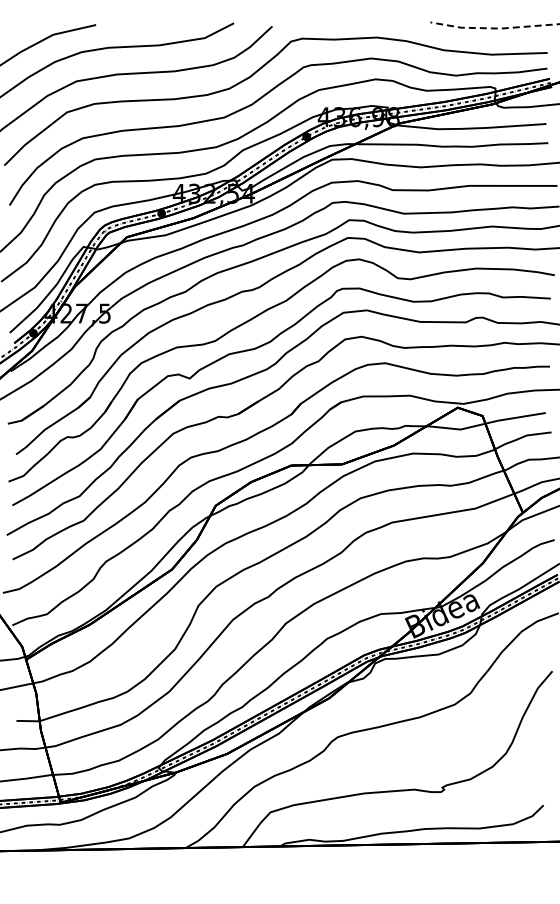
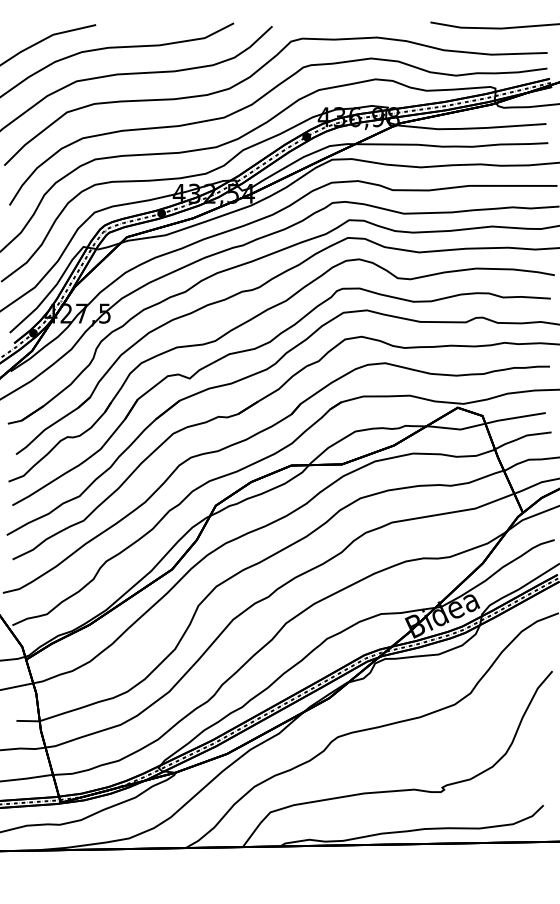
line at (494, 28): dashed -> solid
